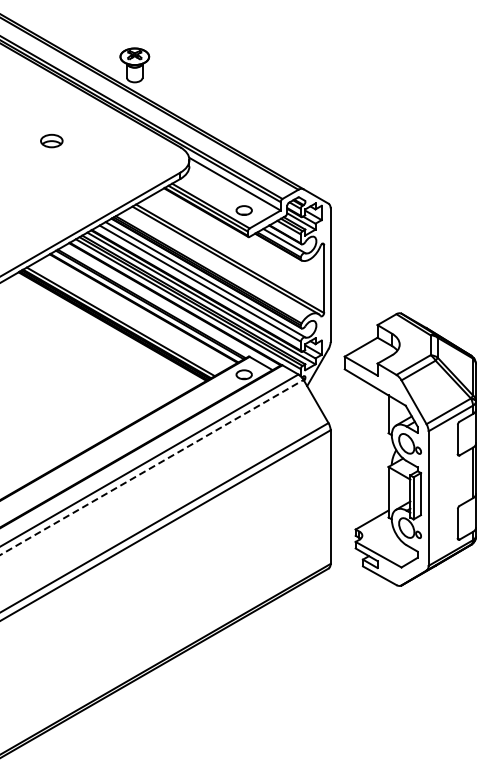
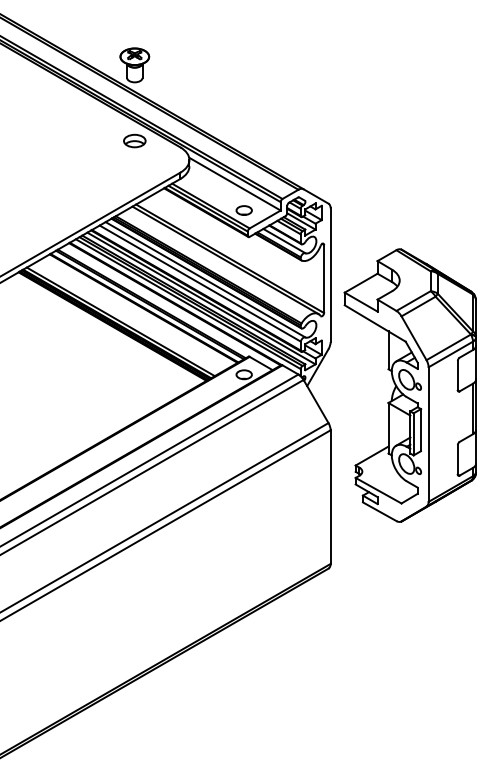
part at (51, 140) position: (51, 140) -> (134, 140)
part at (409, 449) position: (409, 449) -> (409, 385)
line at (152, 467): dashed -> solid
